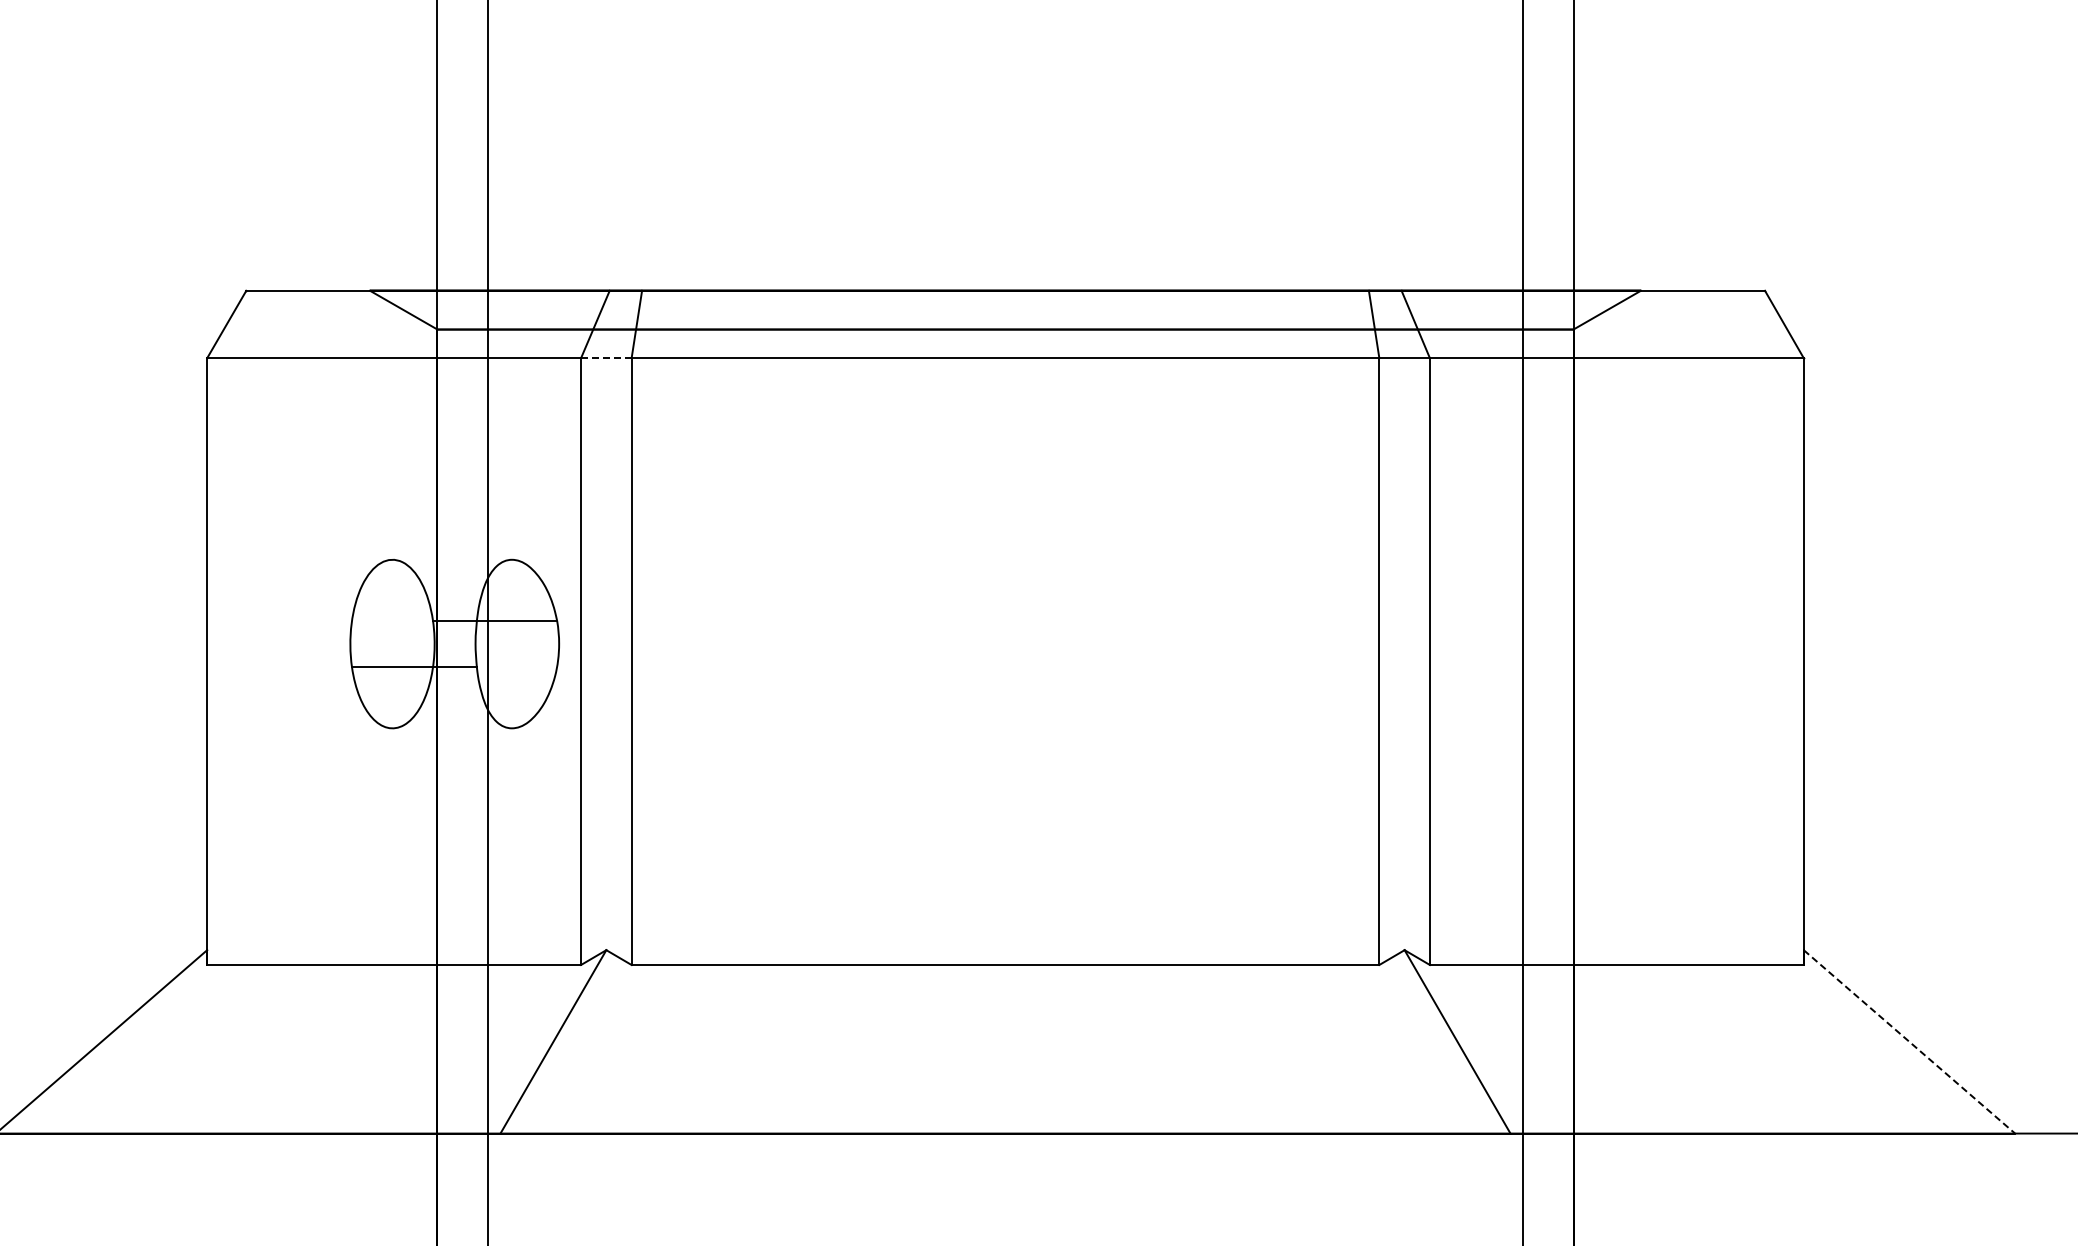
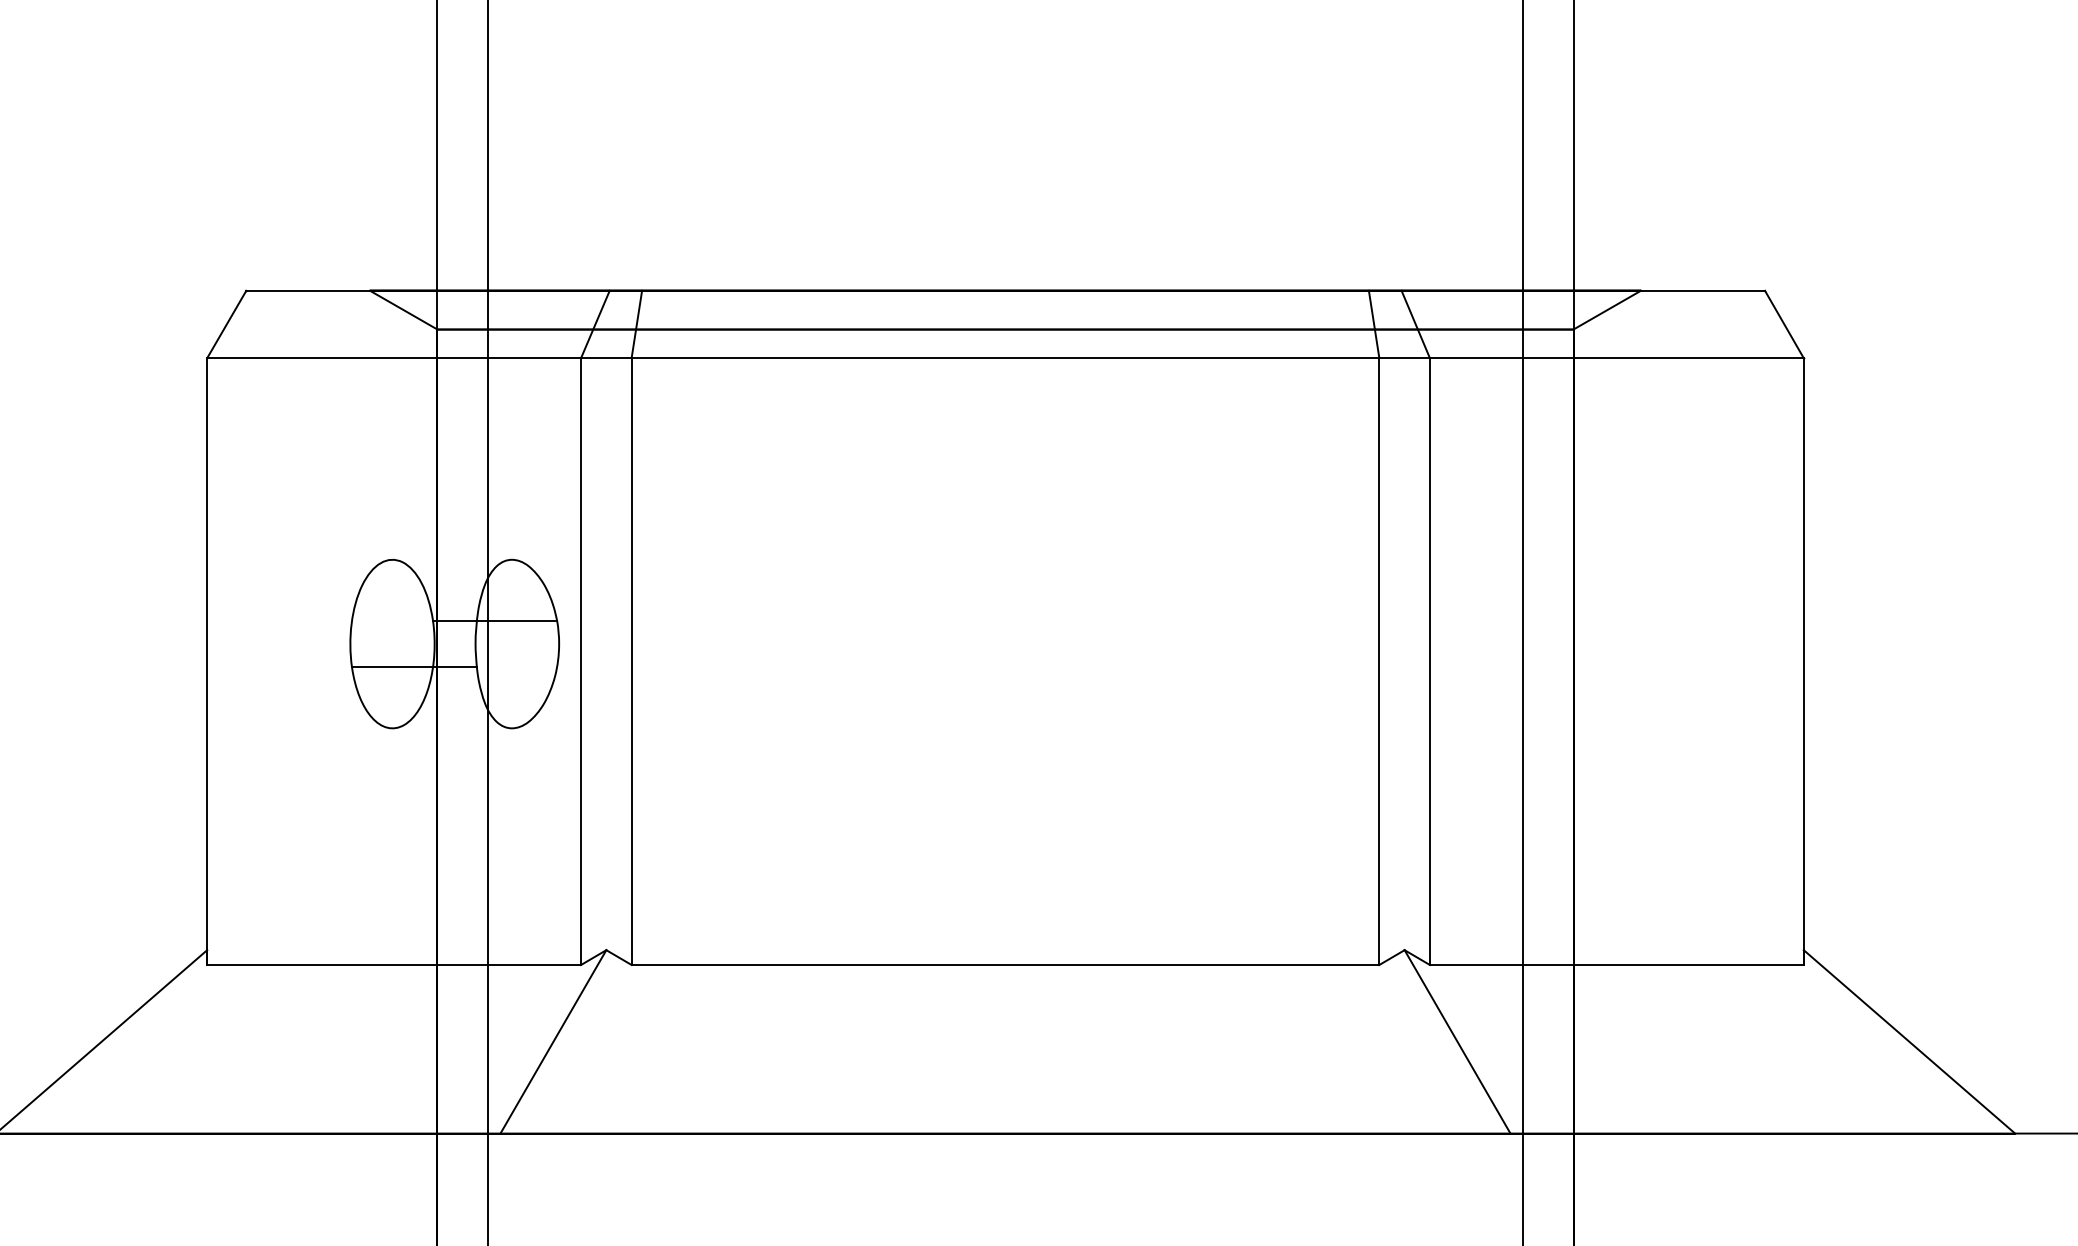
line at (605, 358): dashed -> solid
line at (1909, 1041): dashed -> solid
